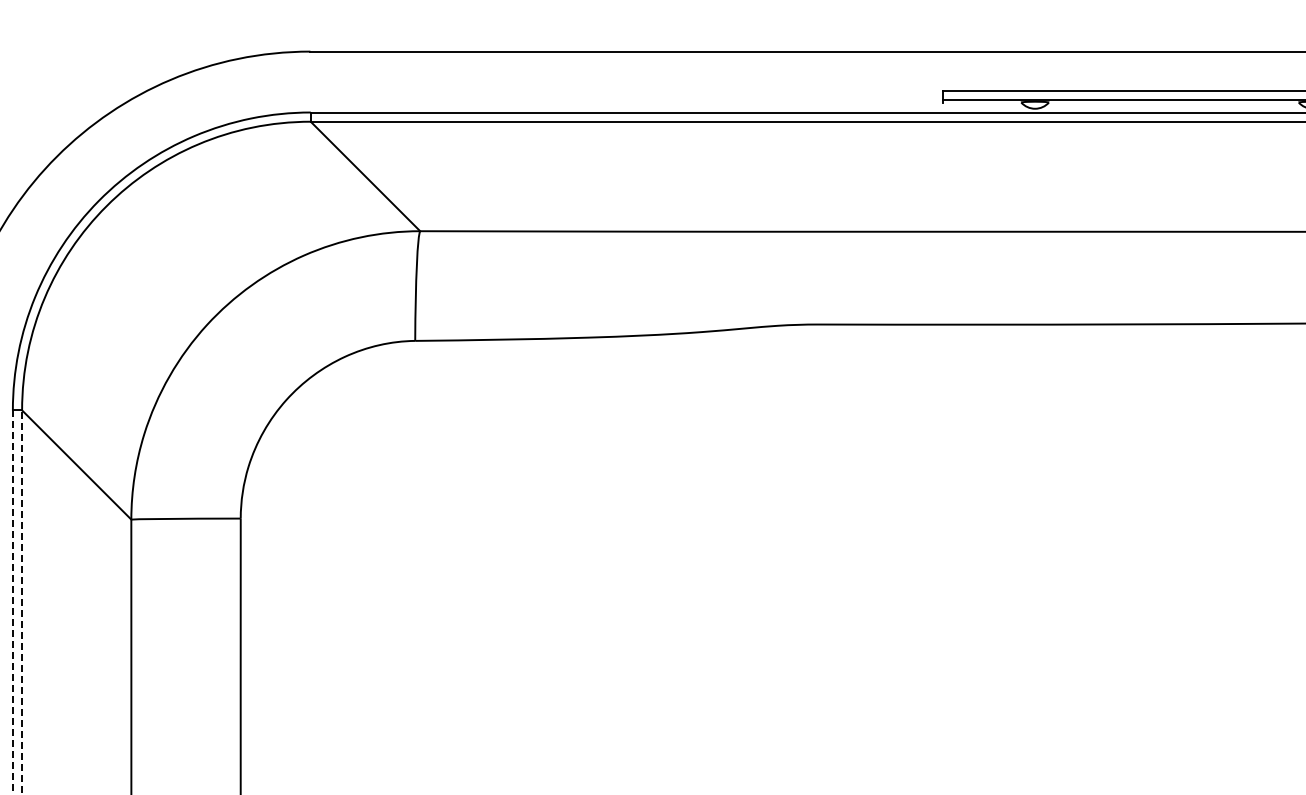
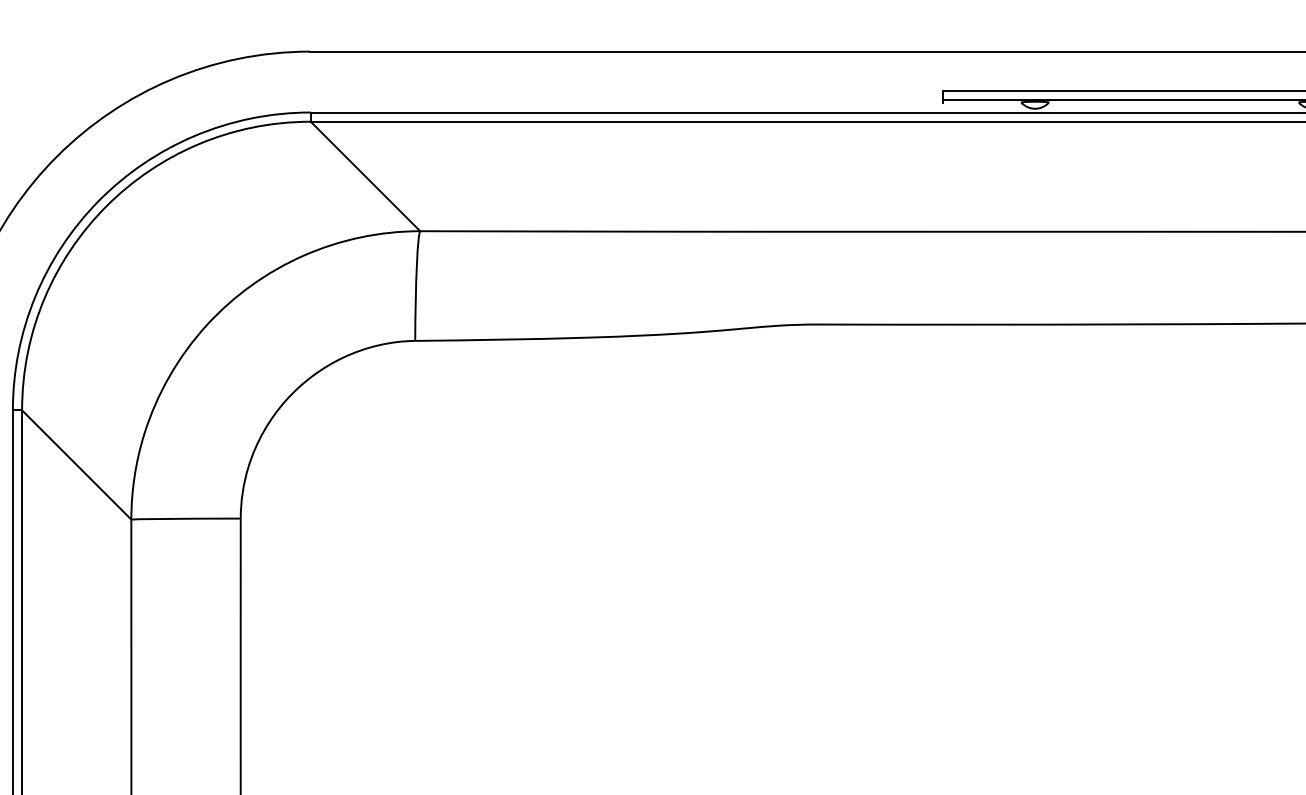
line at (12, 602): dashed -> solid
line at (22, 602): dashed -> solid
